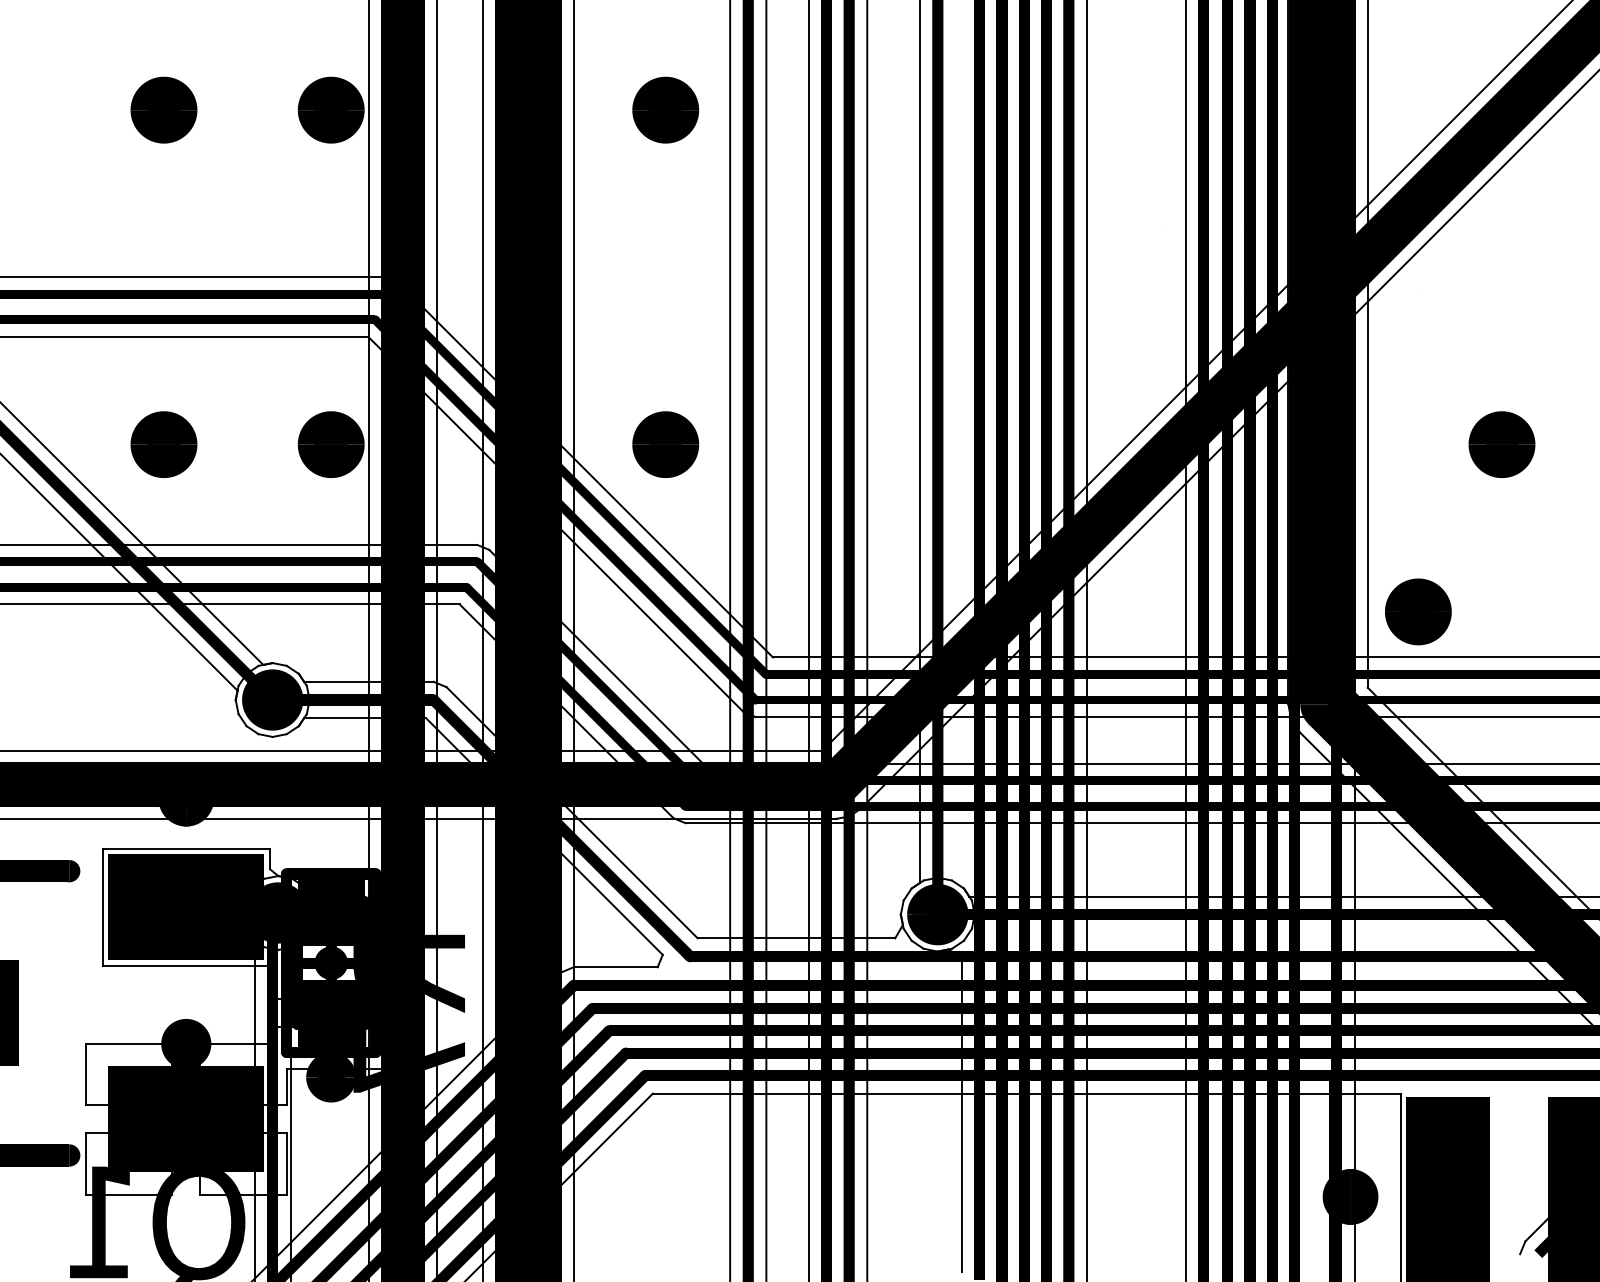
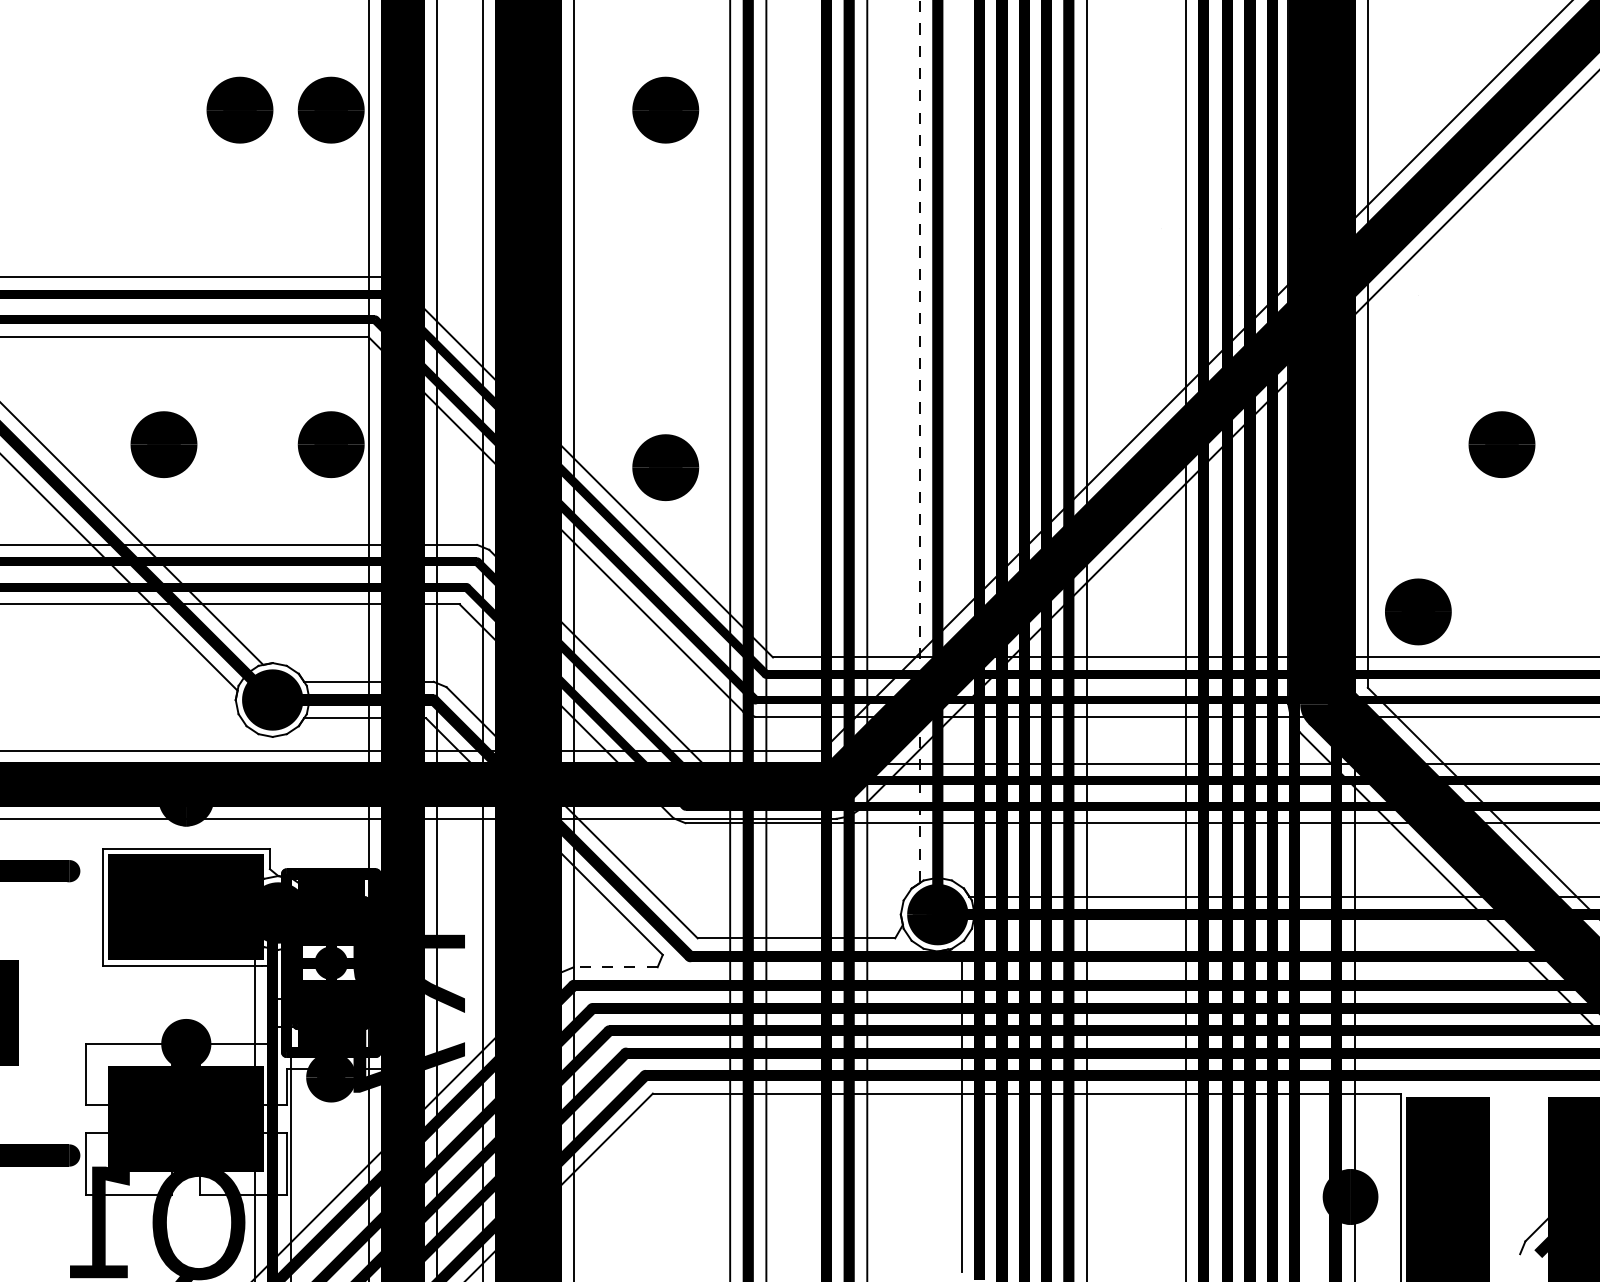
part at (163, 109) position: (163, 109) -> (239, 109)
line at (919, 442): solid -> dashed
part at (665, 444) position: (665, 444) -> (665, 467)
line at (808, 640): present -> none
line at (615, 967): solid -> dashed
